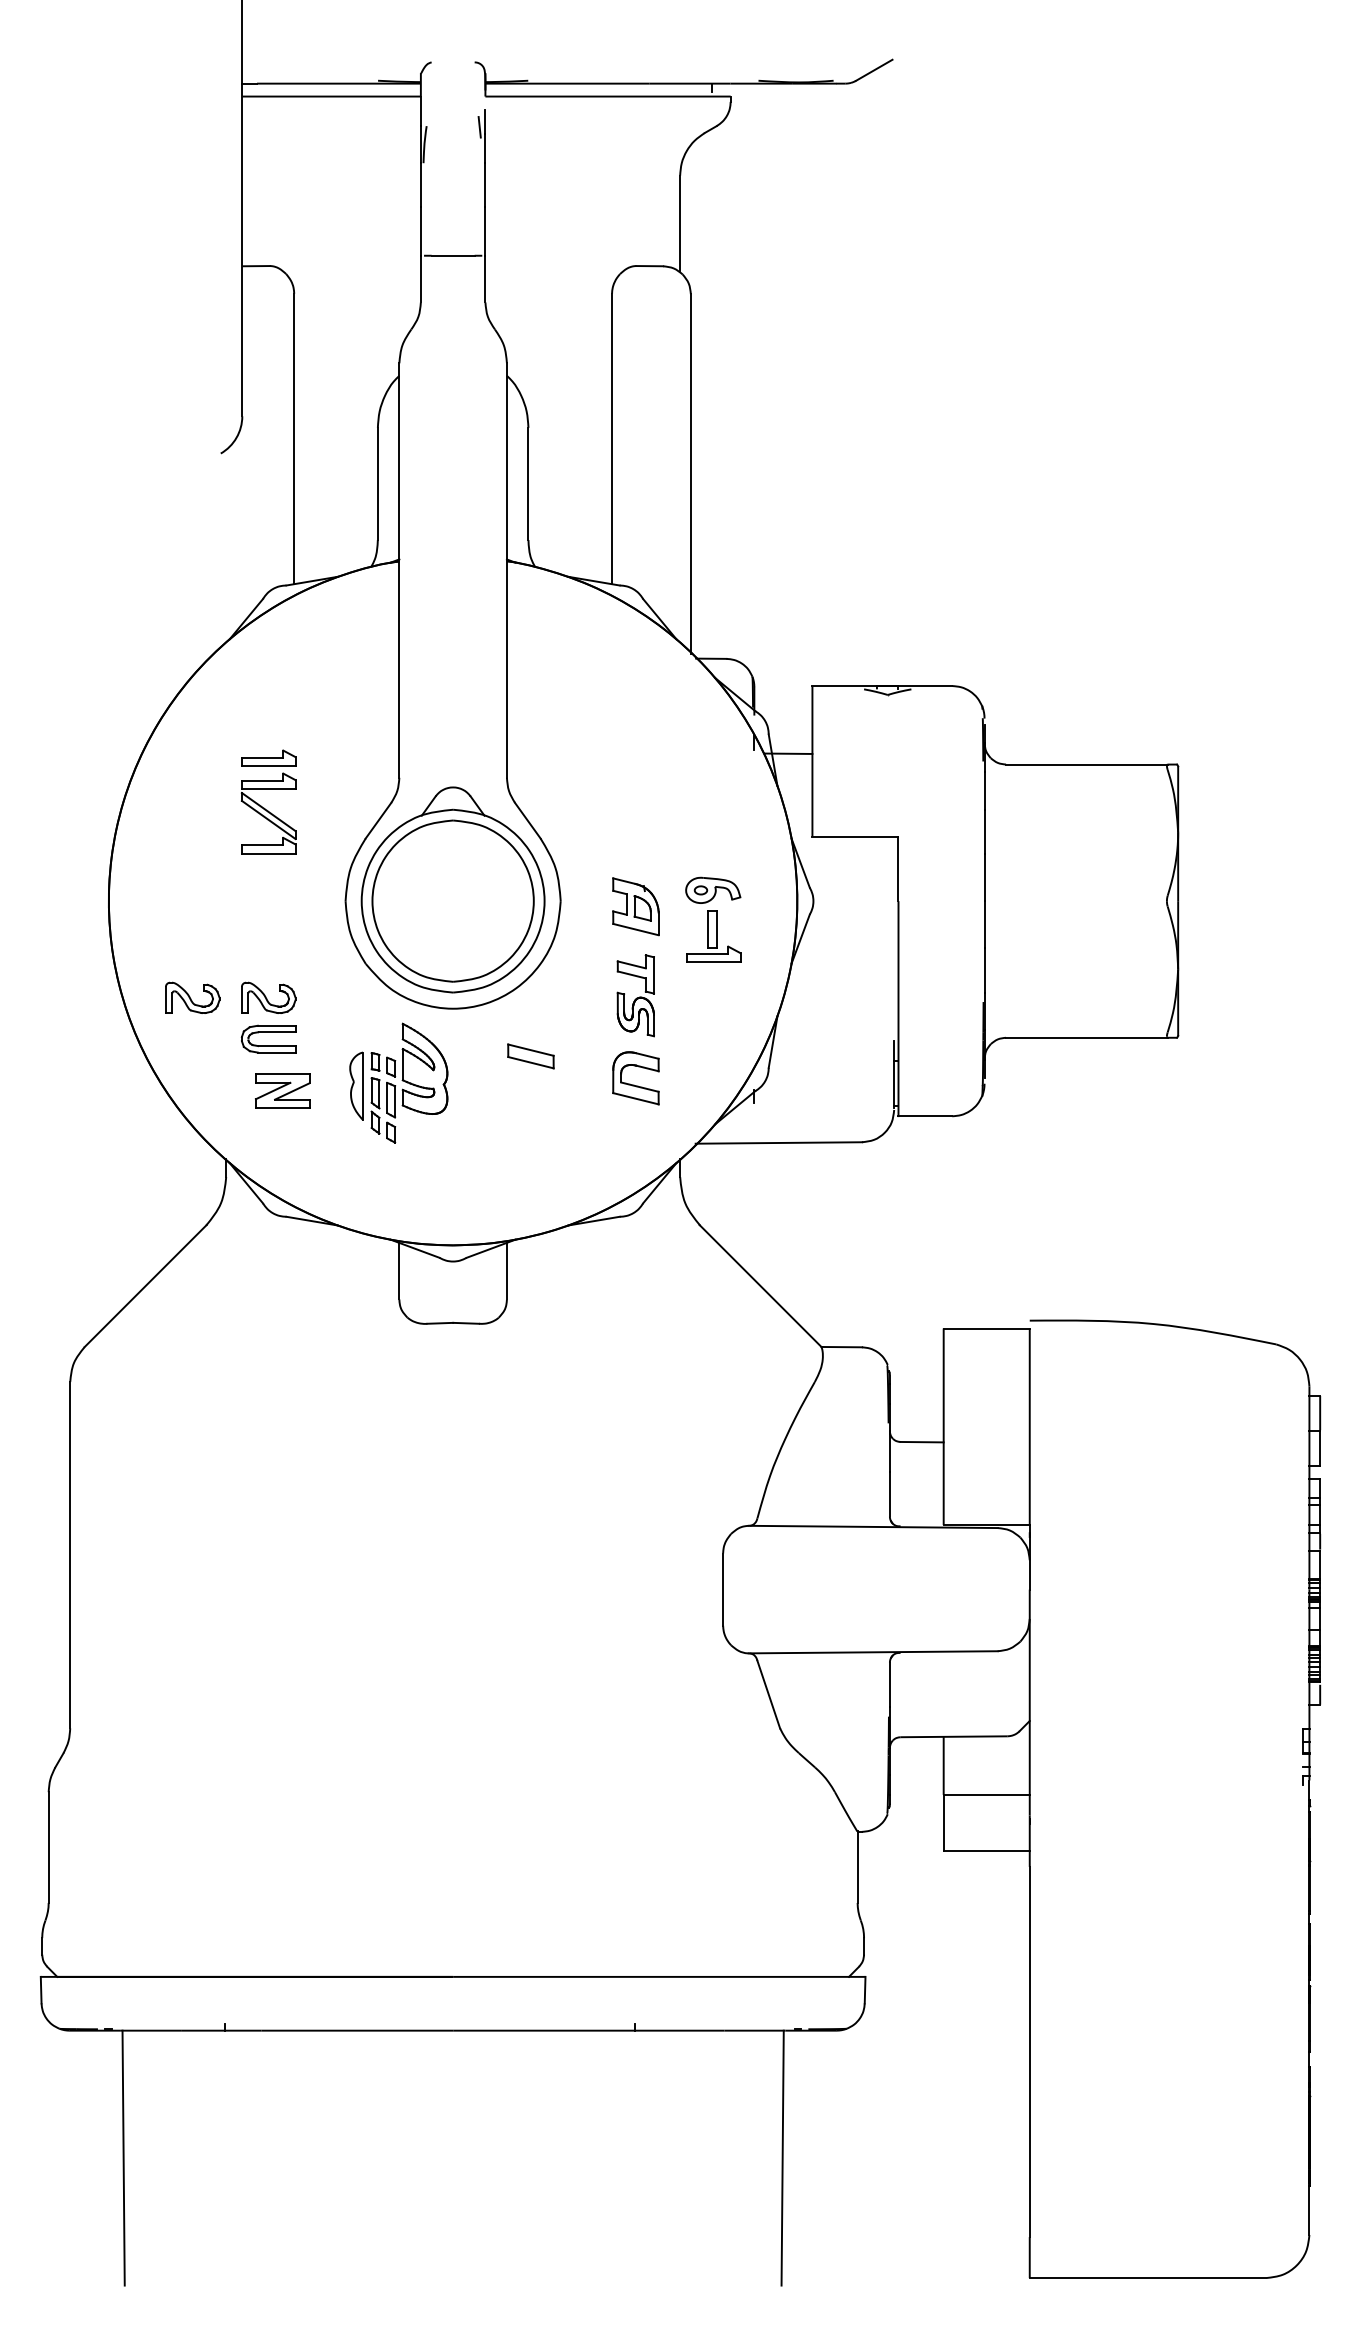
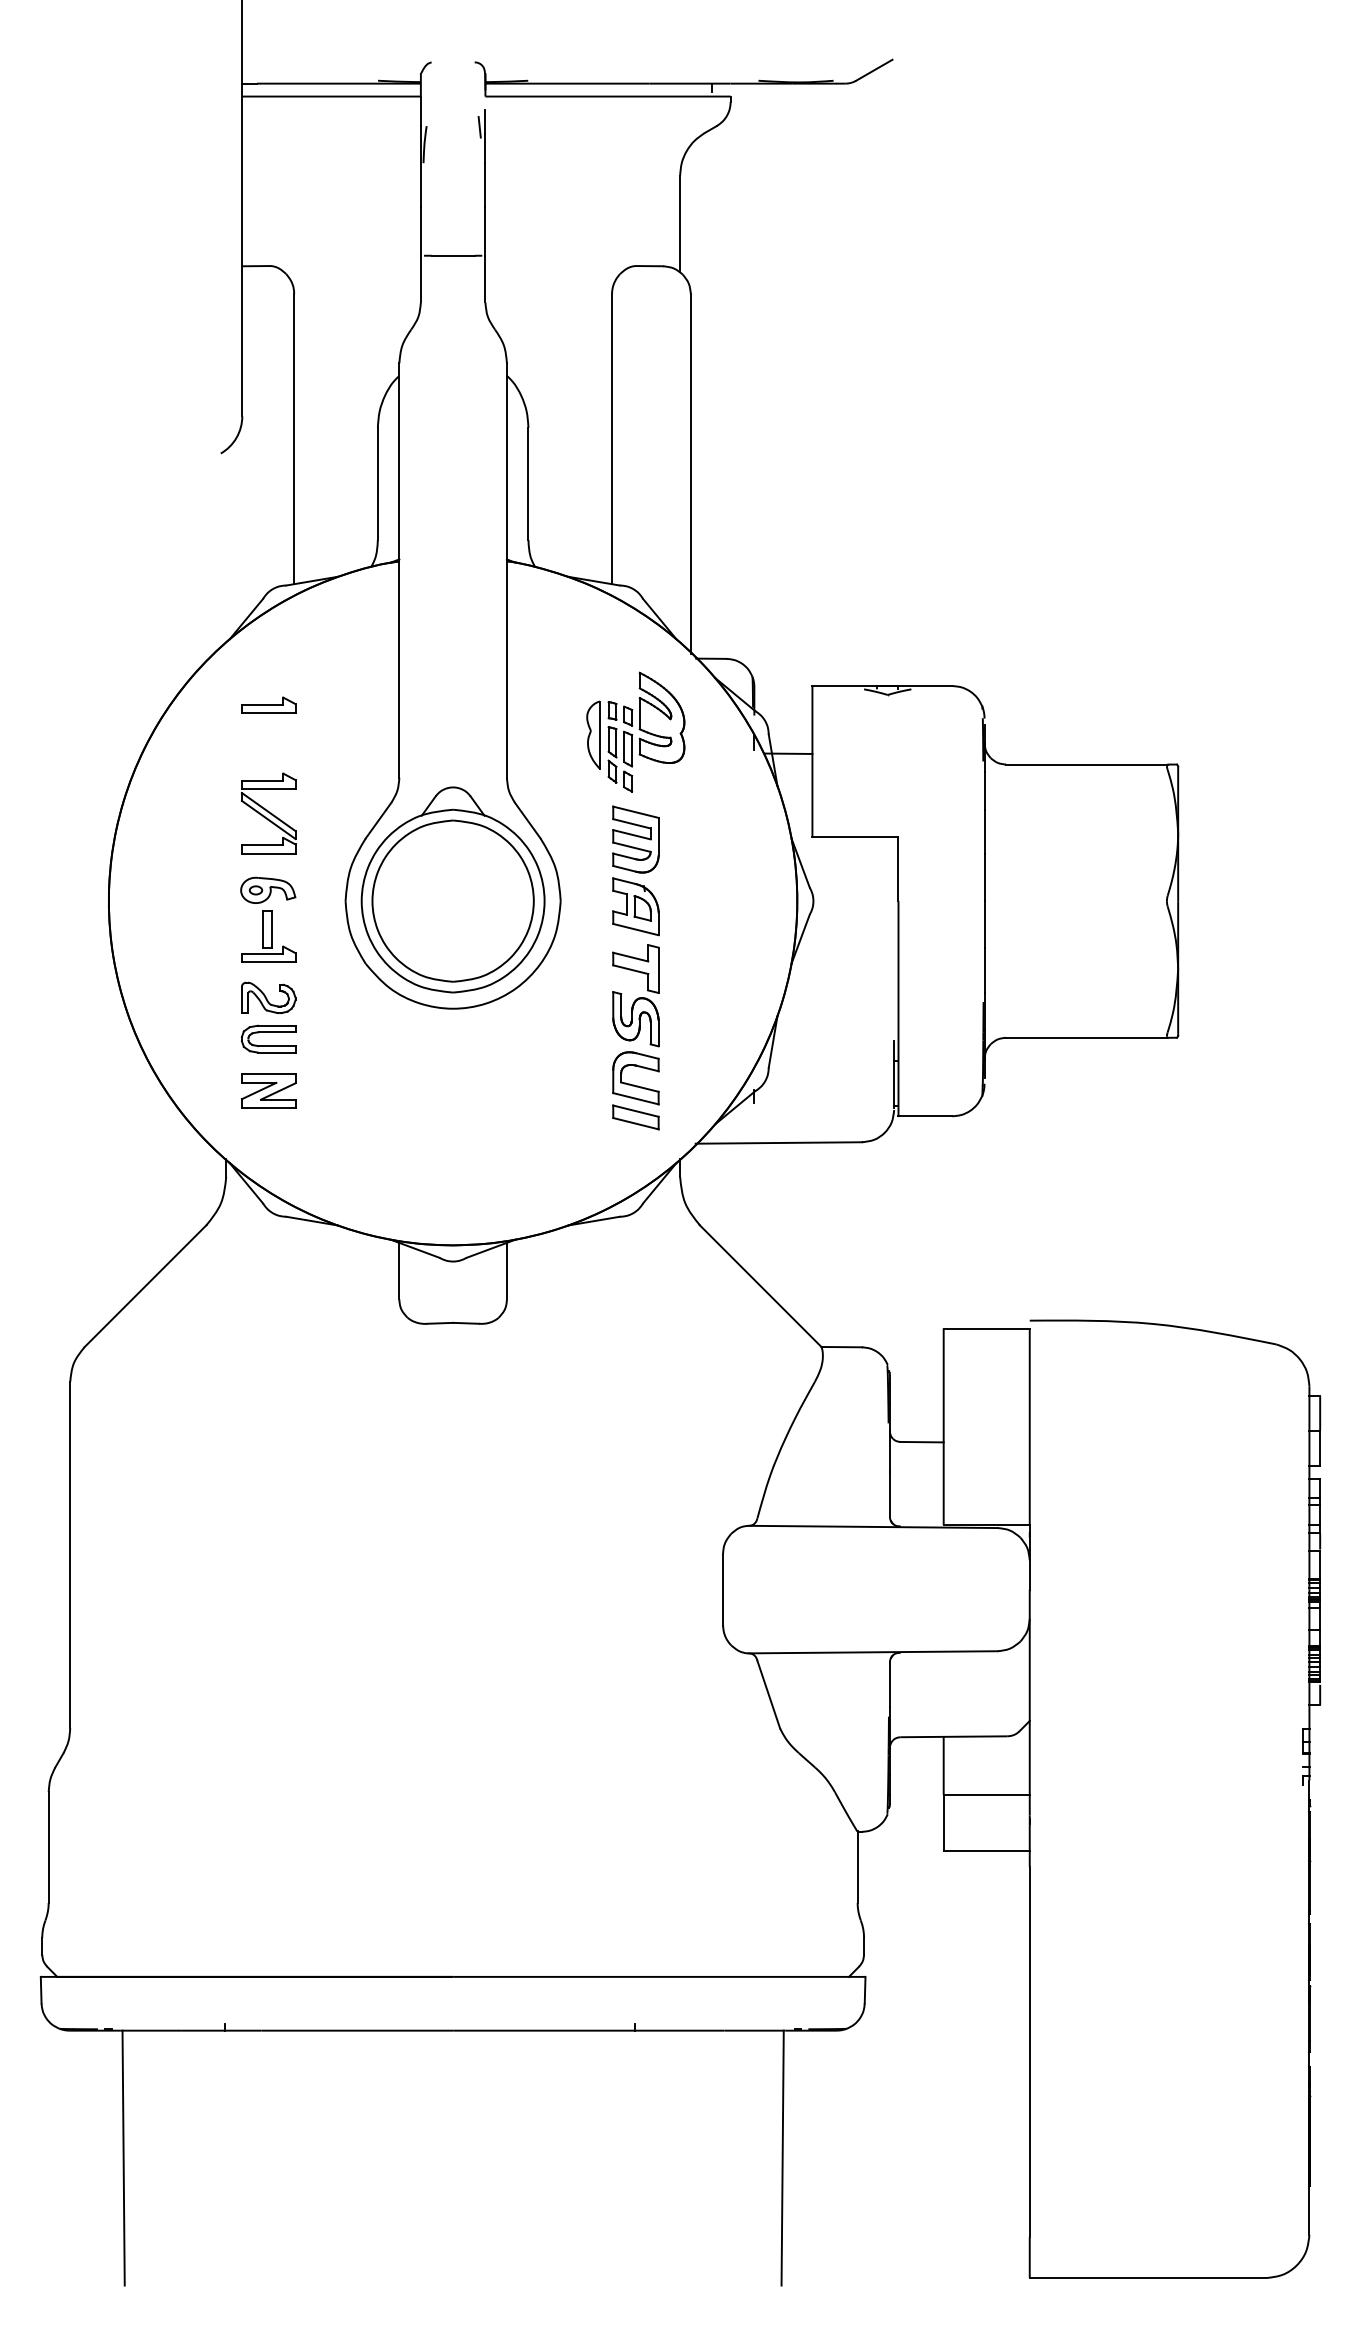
part at (268, 757) position: (268, 757) -> (268, 704)
part at (635, 839): none -> present
part at (713, 919) position: (713, 919) -> (268, 919)
part at (635, 995) size: 39x84 px -> 48x104 px
part at (192, 997): present -> none
part at (530, 1056) position: (530, 1056) -> (635, 1117)
part at (398, 1082) position: (398, 1082) -> (635, 731)
part at (282, 1090) position: (282, 1090) -> (268, 1090)
